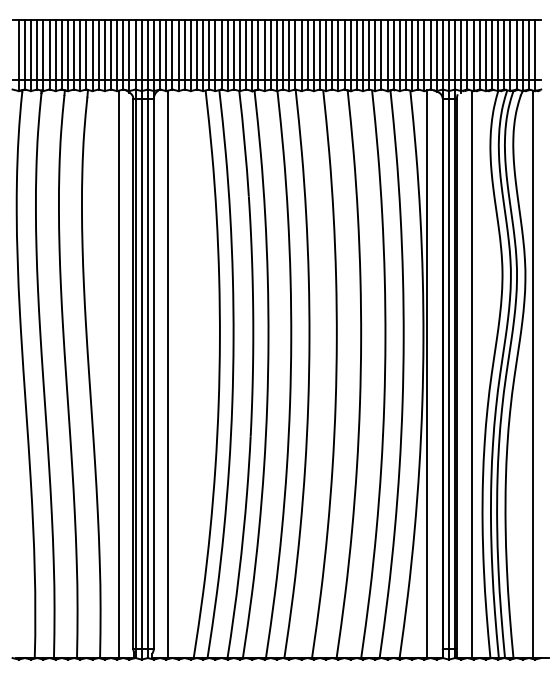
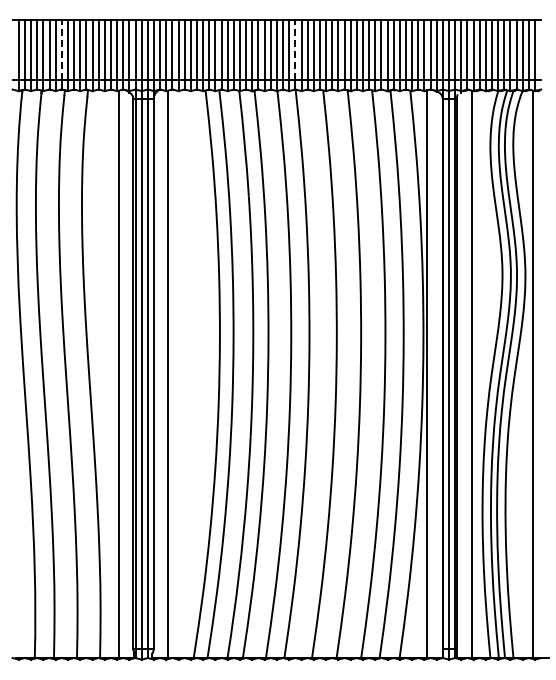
line at (61, 50): solid -> dashed
line at (295, 50): solid -> dashed
